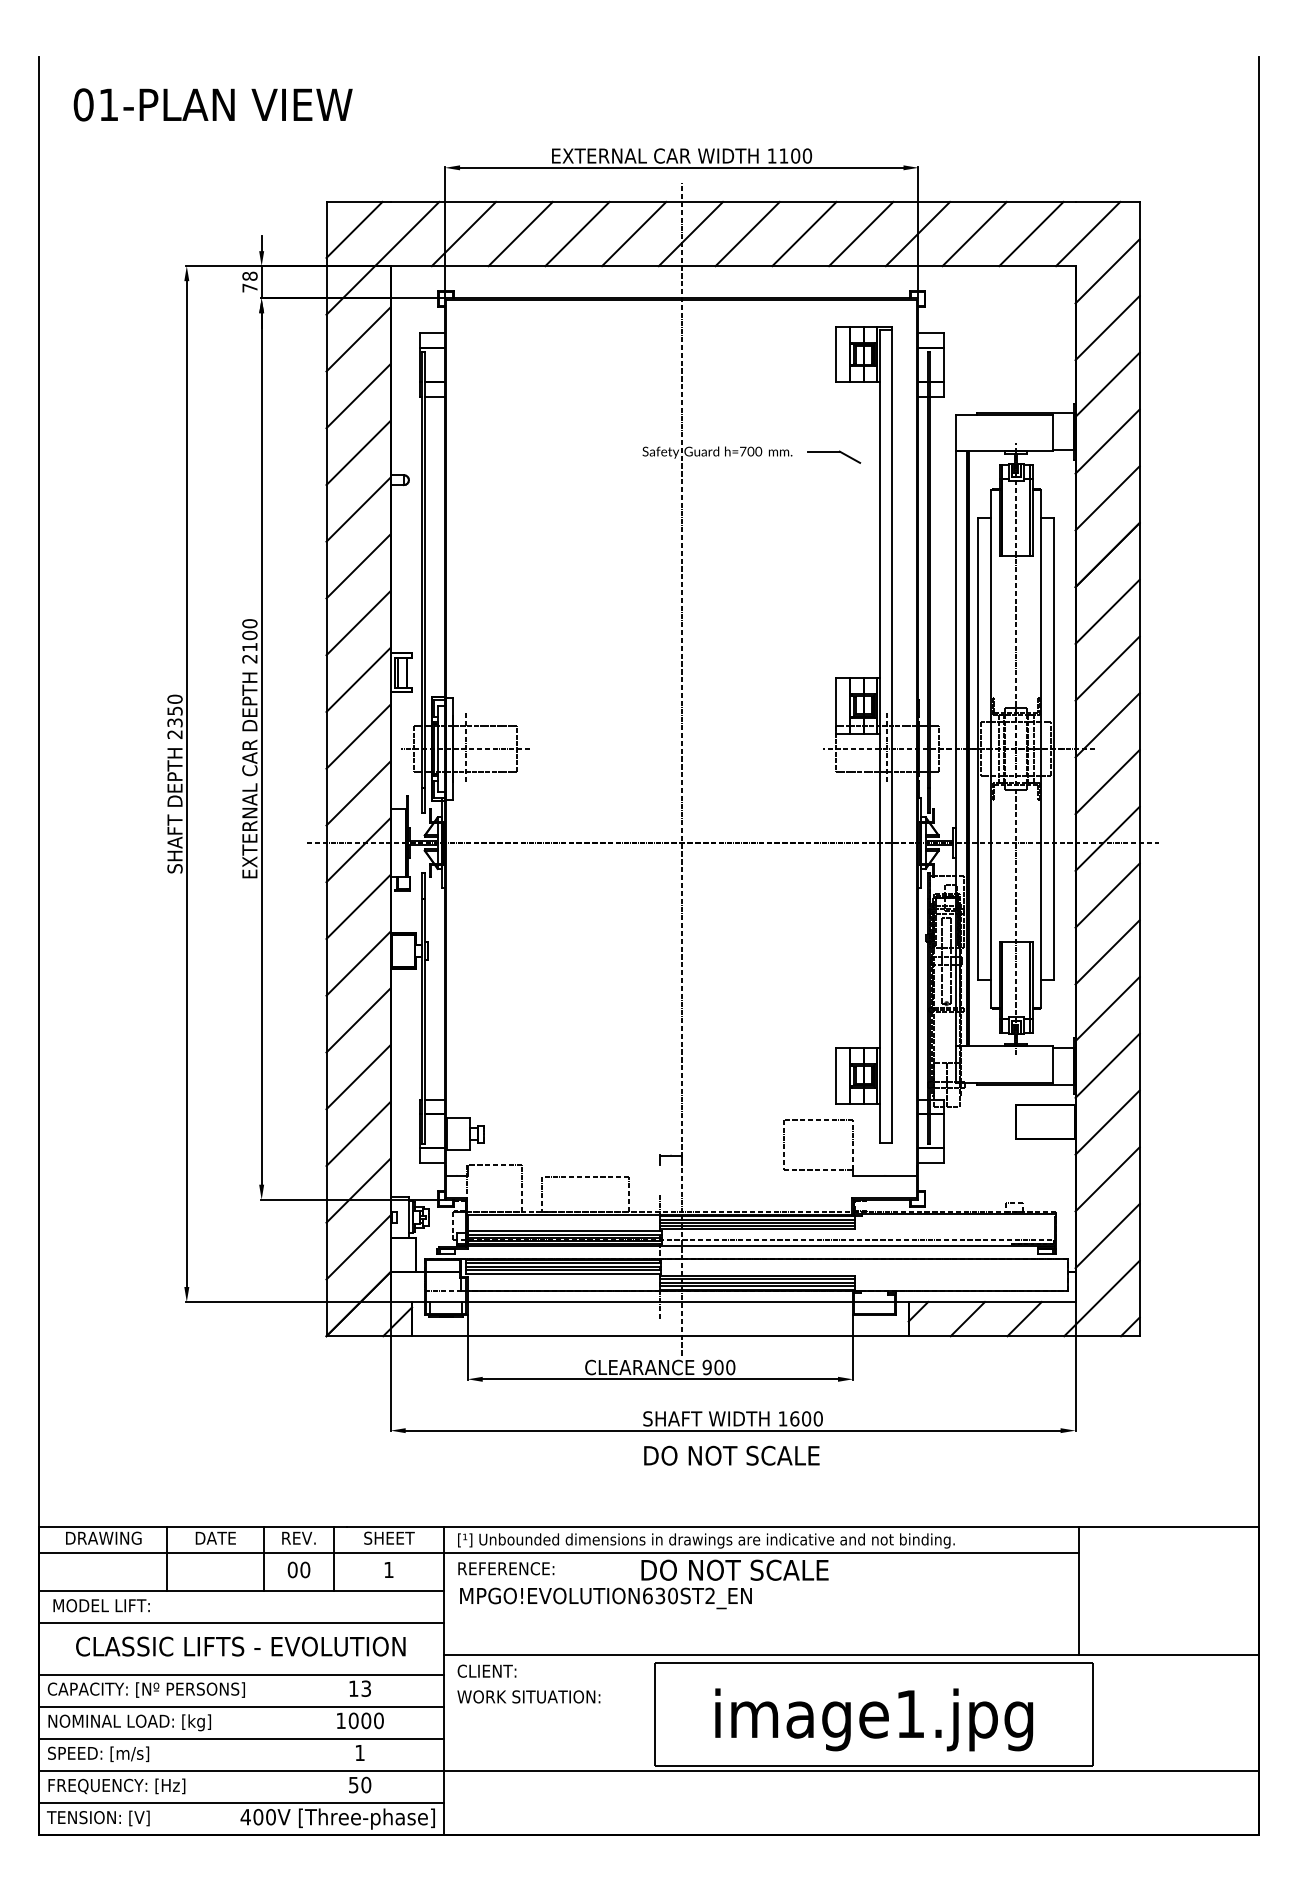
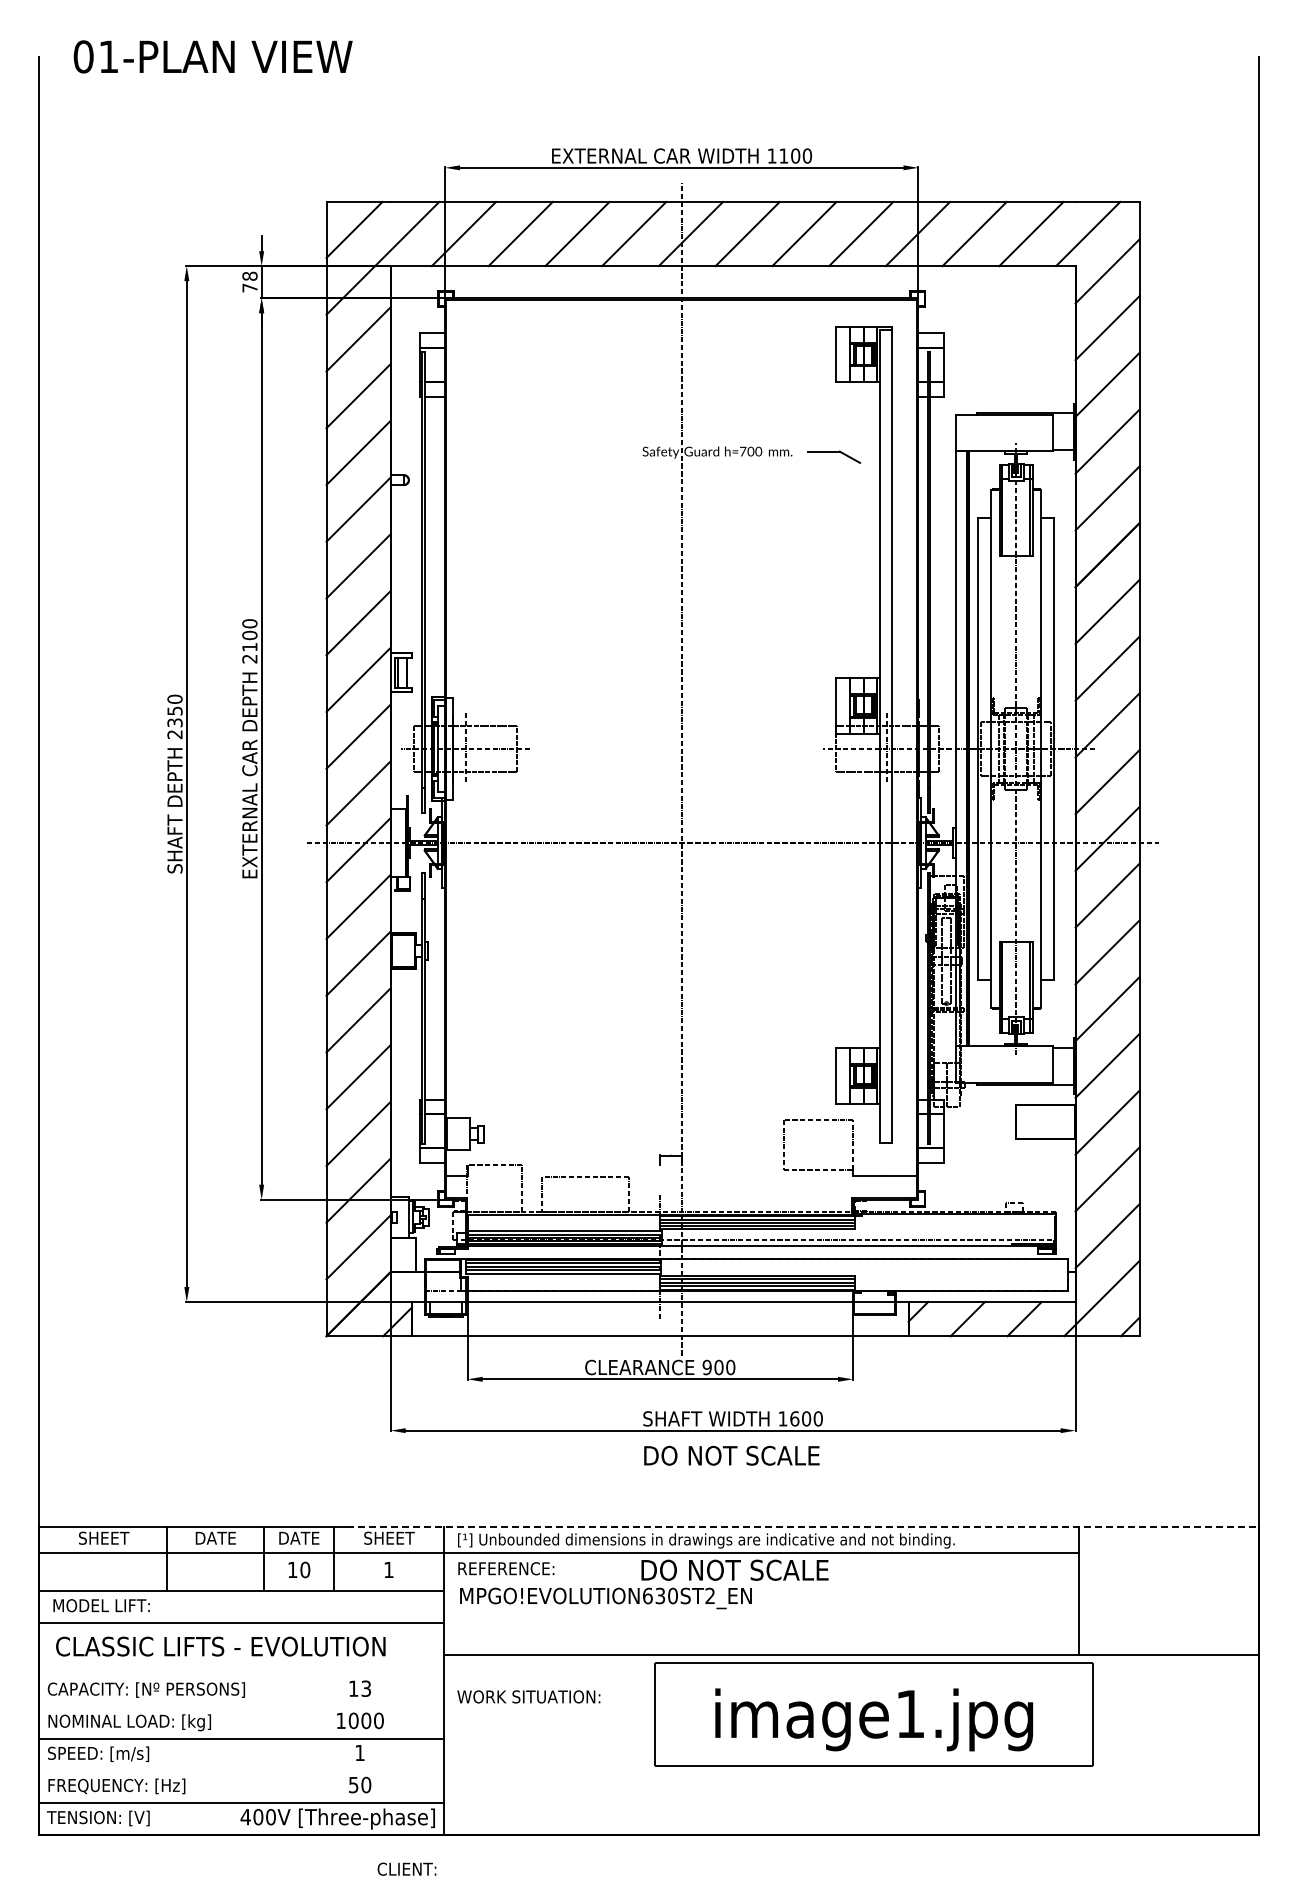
text at (212, 104) position: (212, 104) -> (212, 56)
line at (803, 1527): solid -> dashed
text at (103, 1537): DRAWING -> SHEET
text at (299, 1537): REV. -> DATE
text at (292, 1569): 00 -> 10
text at (240, 1646) position: (240, 1646) -> (220, 1646)
text at (486, 1670) position: (486, 1670) -> (406, 1868)
line at (241, 1674): present -> none
line at (241, 1706): present -> none
line at (648, 1771): present -> none
